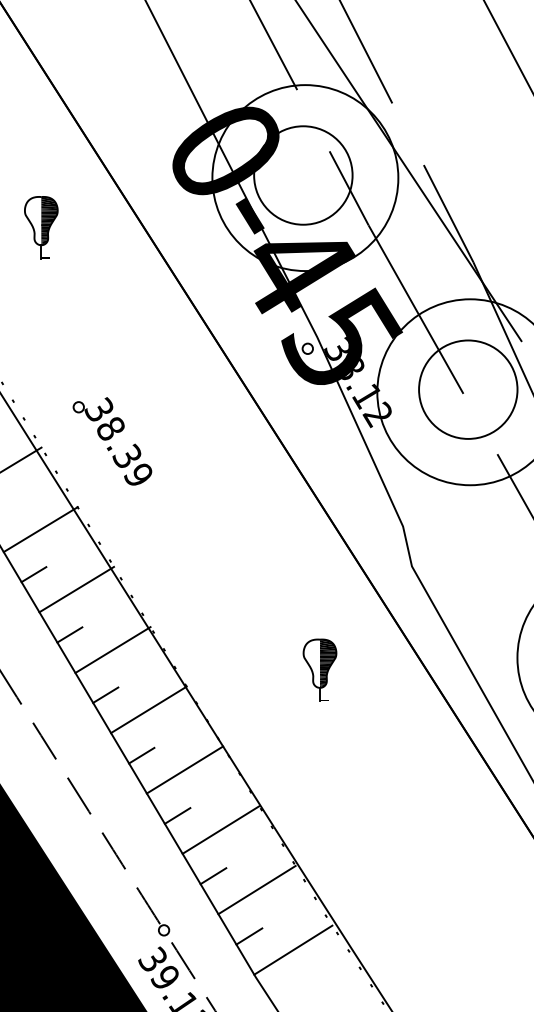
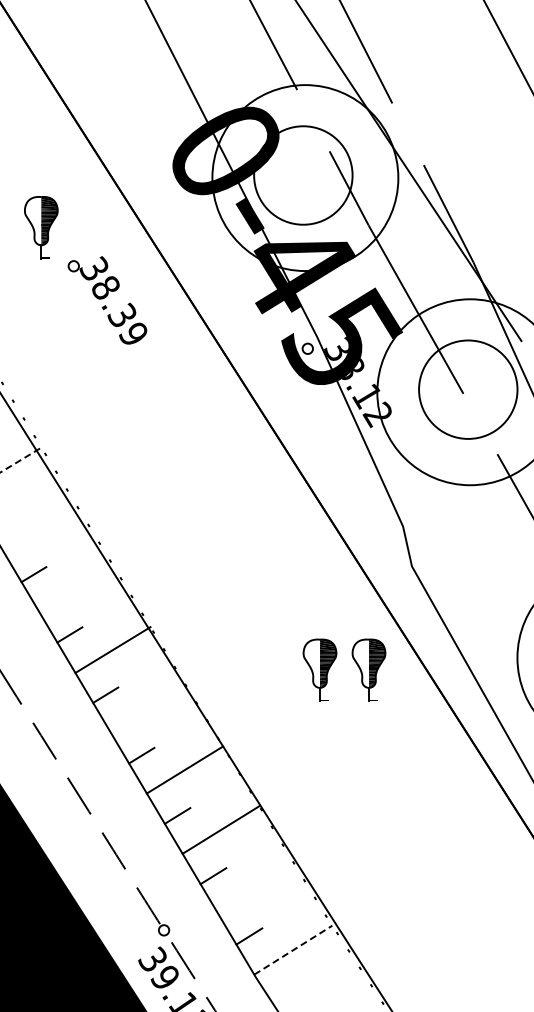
part at (112, 441) position: (112, 441) -> (107, 300)
line at (21, 460): solid -> dashed
line at (40, 529): present -> none
line at (76, 589): present -> none
part at (368, 669): none -> present
line at (148, 709): present -> none
line at (256, 889): present -> none
line at (293, 949): solid -> dashed
